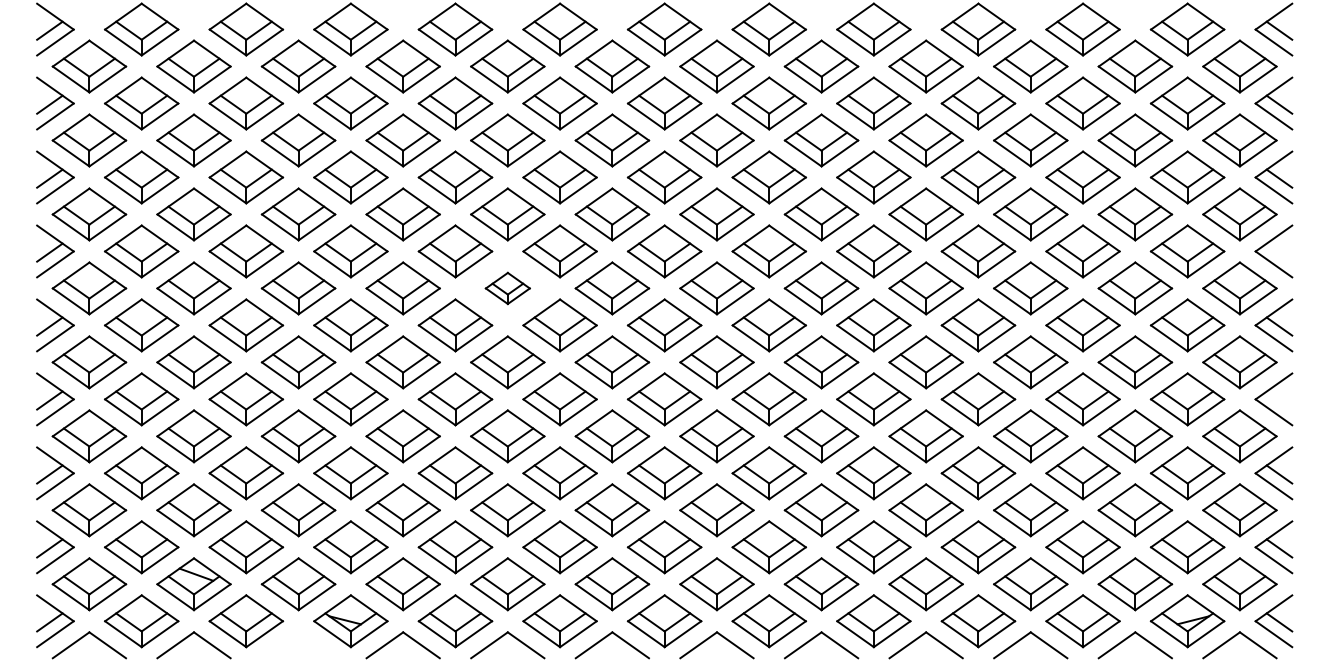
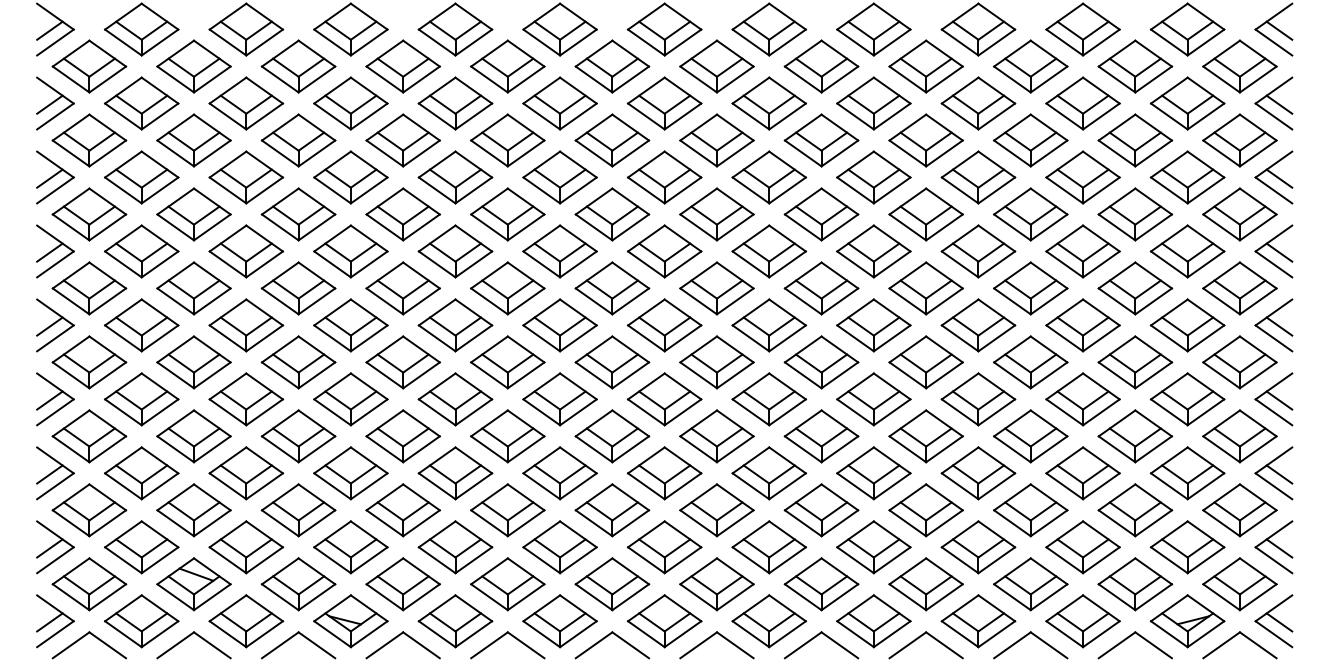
line at (1279, 252): none -> present
part at (507, 288) size: 47x35 px -> 76x55 px
line at (1279, 400): none -> present
part at (293, 637): none -> present
